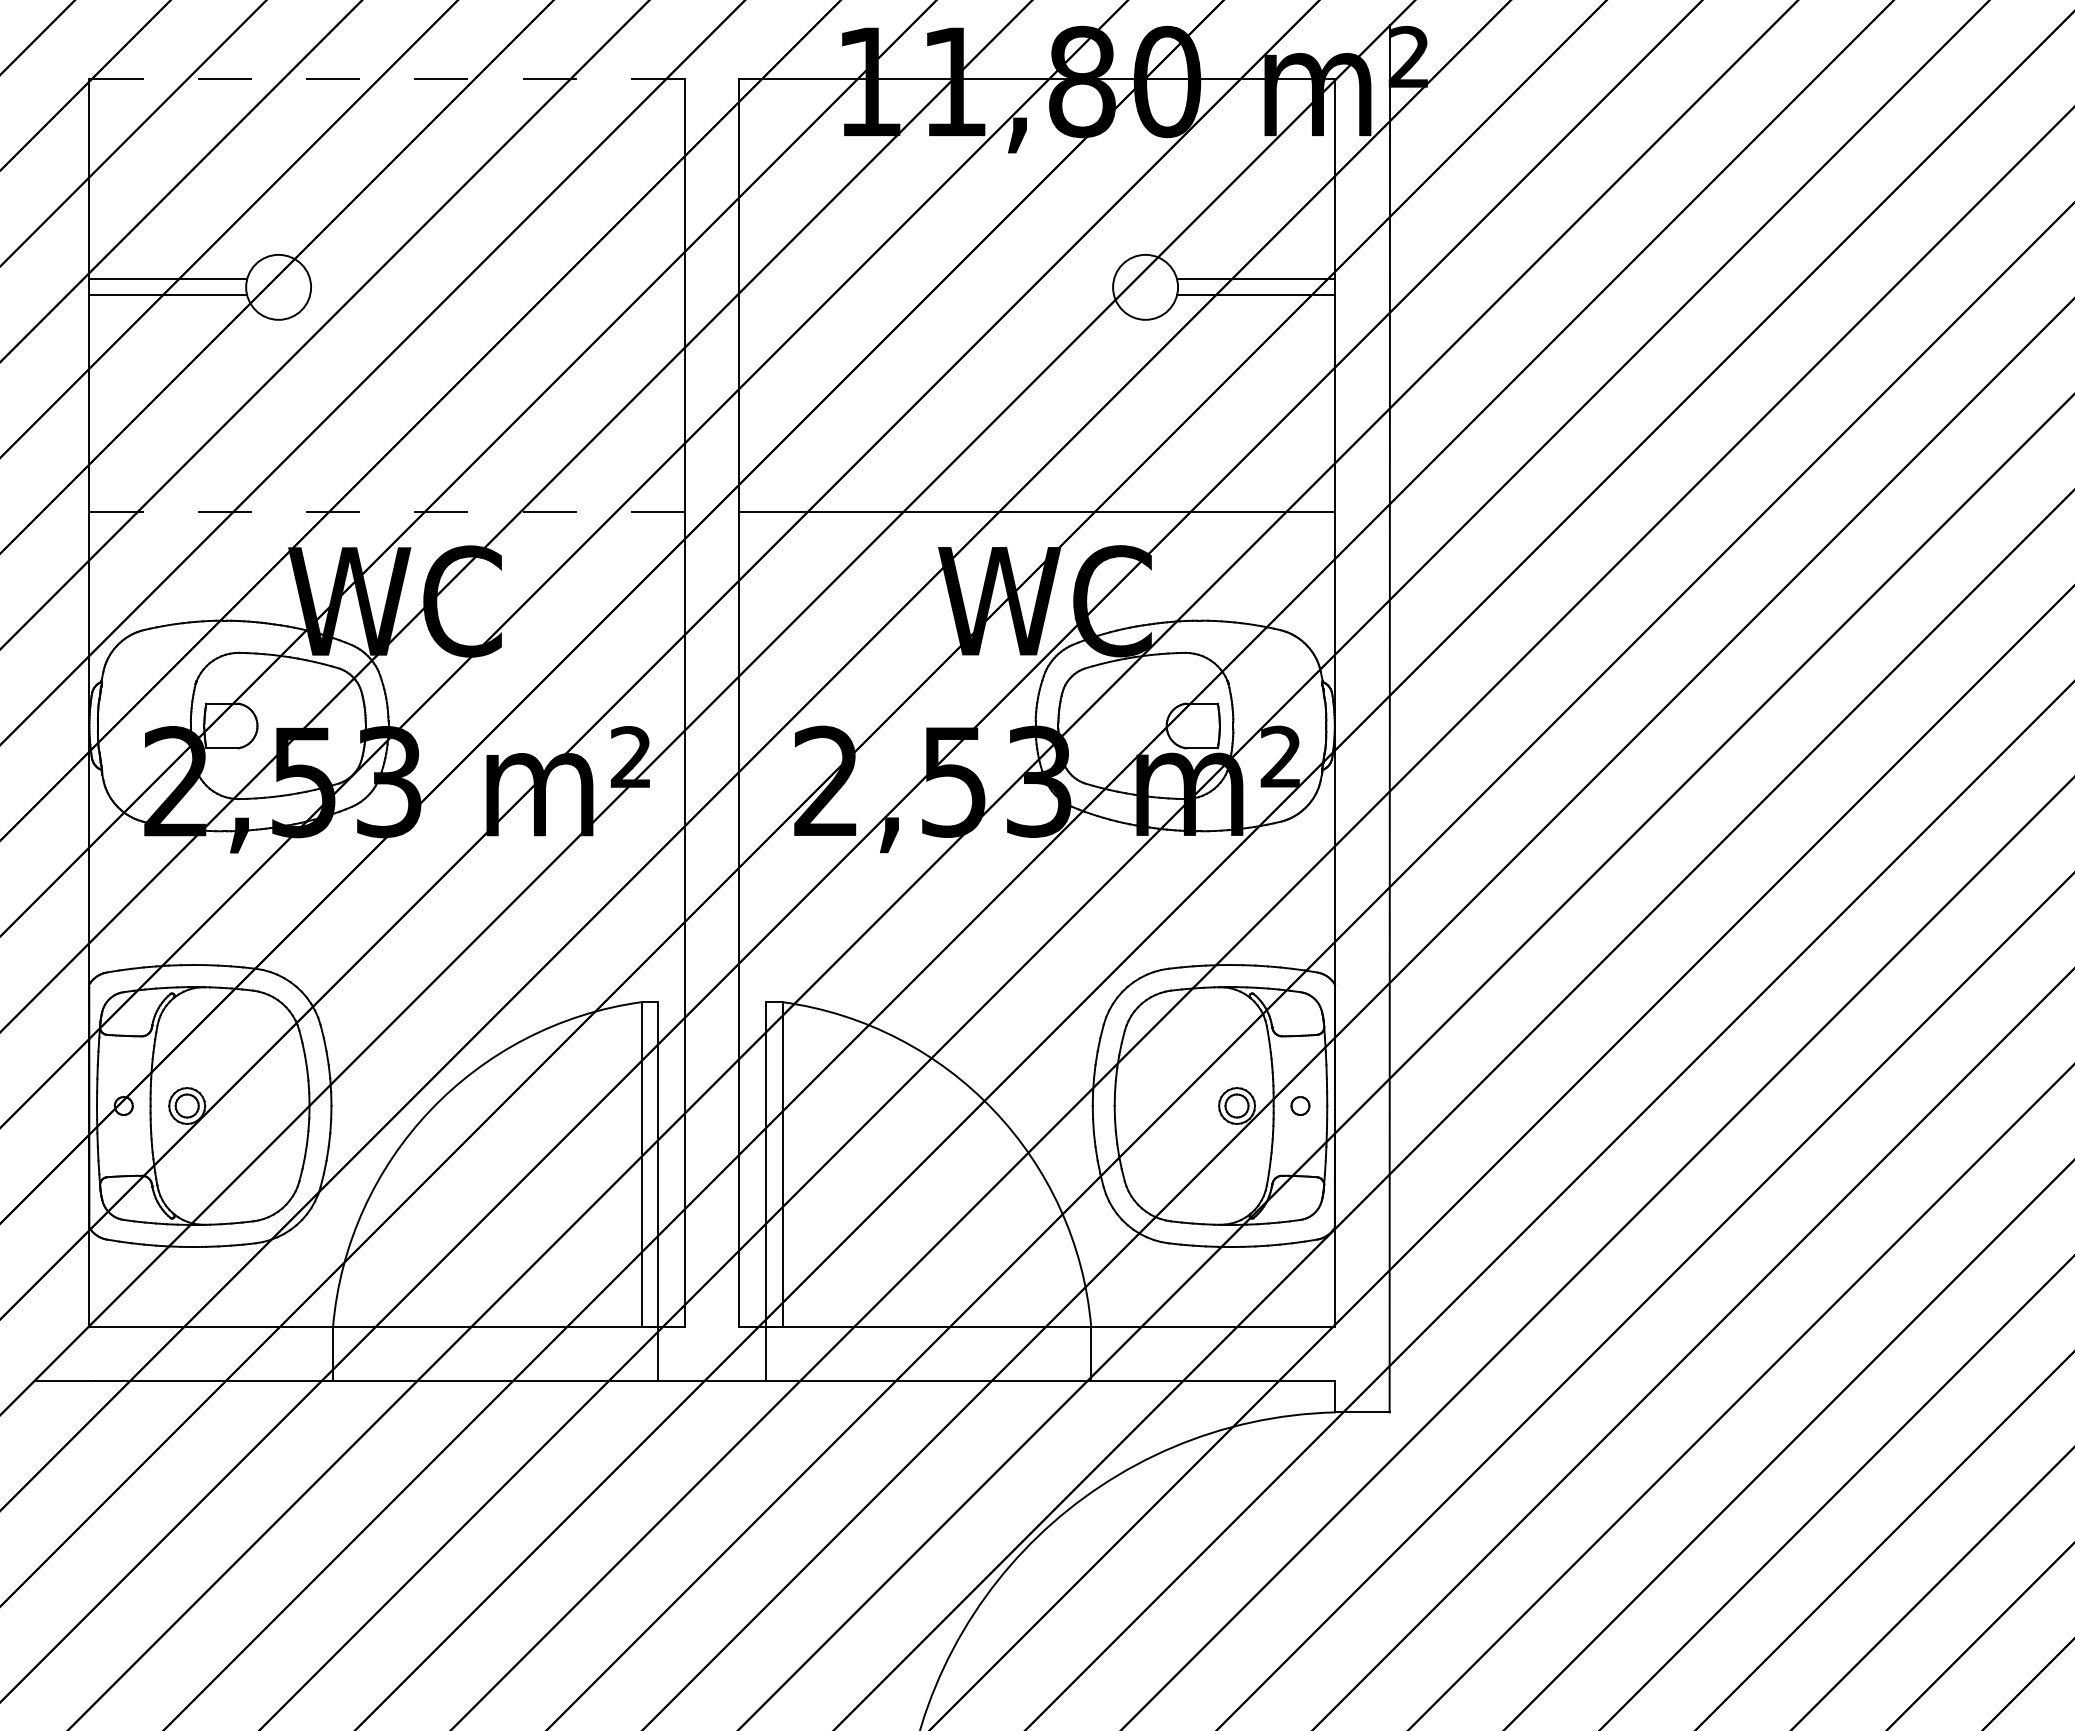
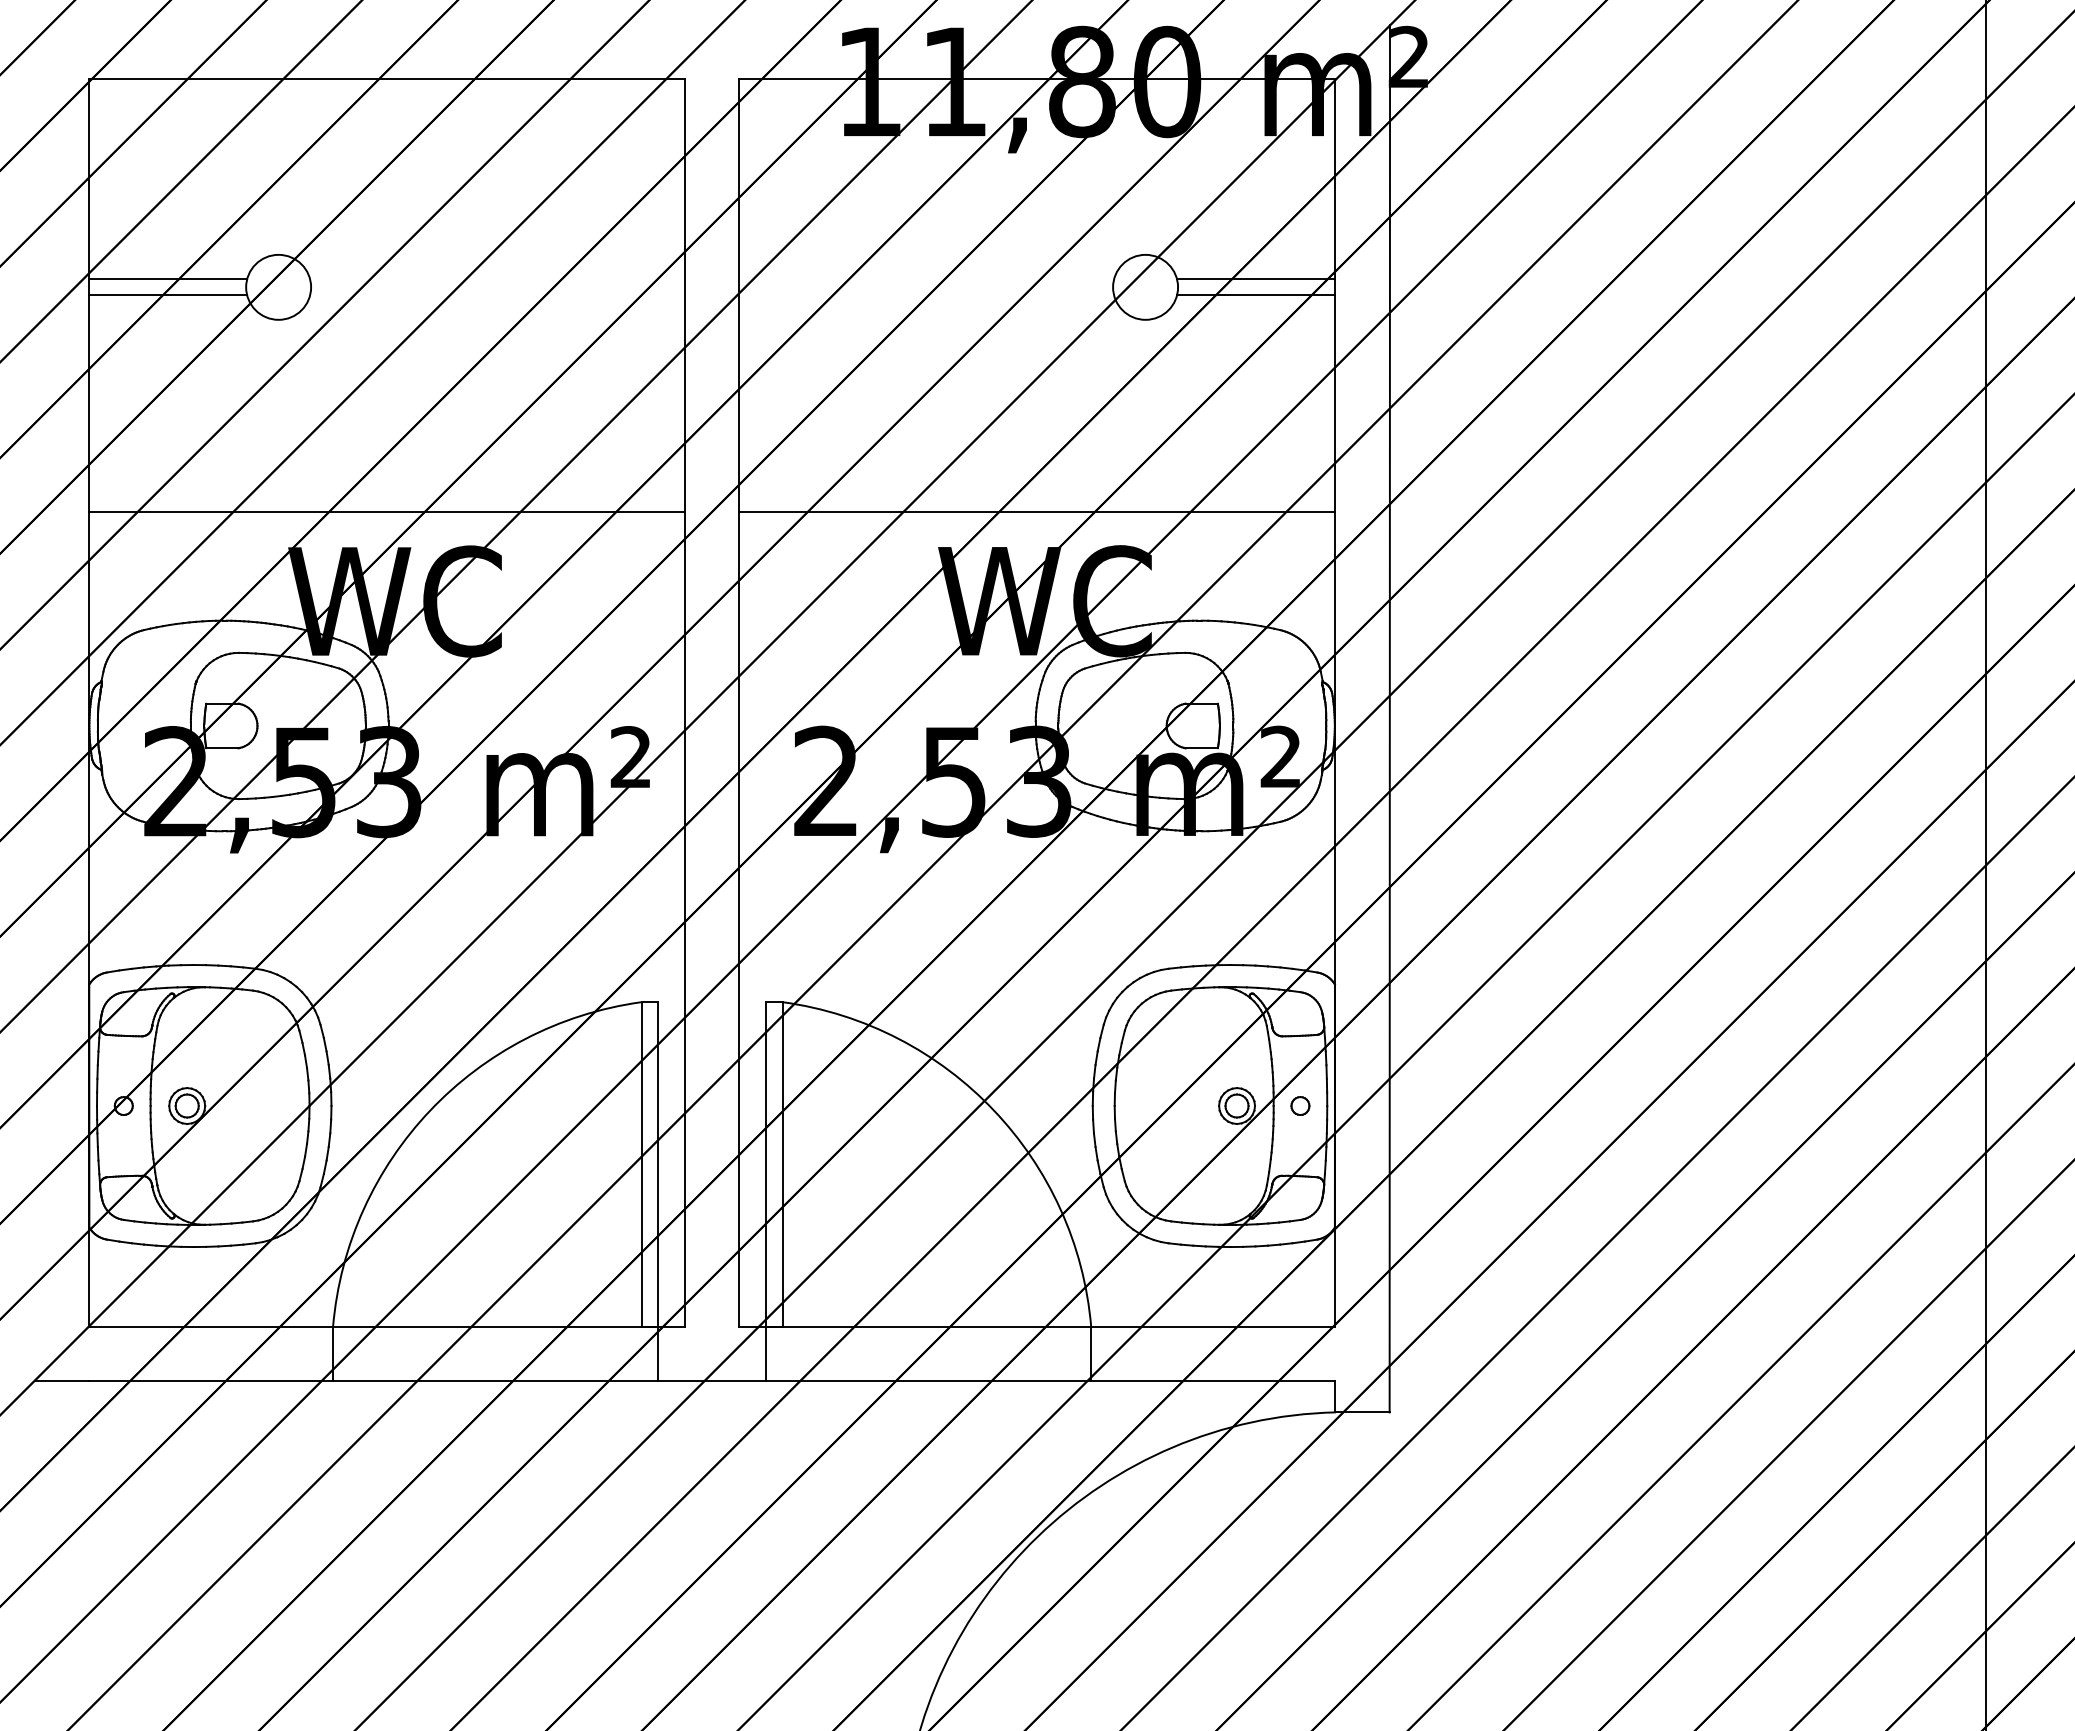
line at (387, 78): dashed -> solid
line at (387, 512): dashed -> solid
line at (1985, 864): none -> present
